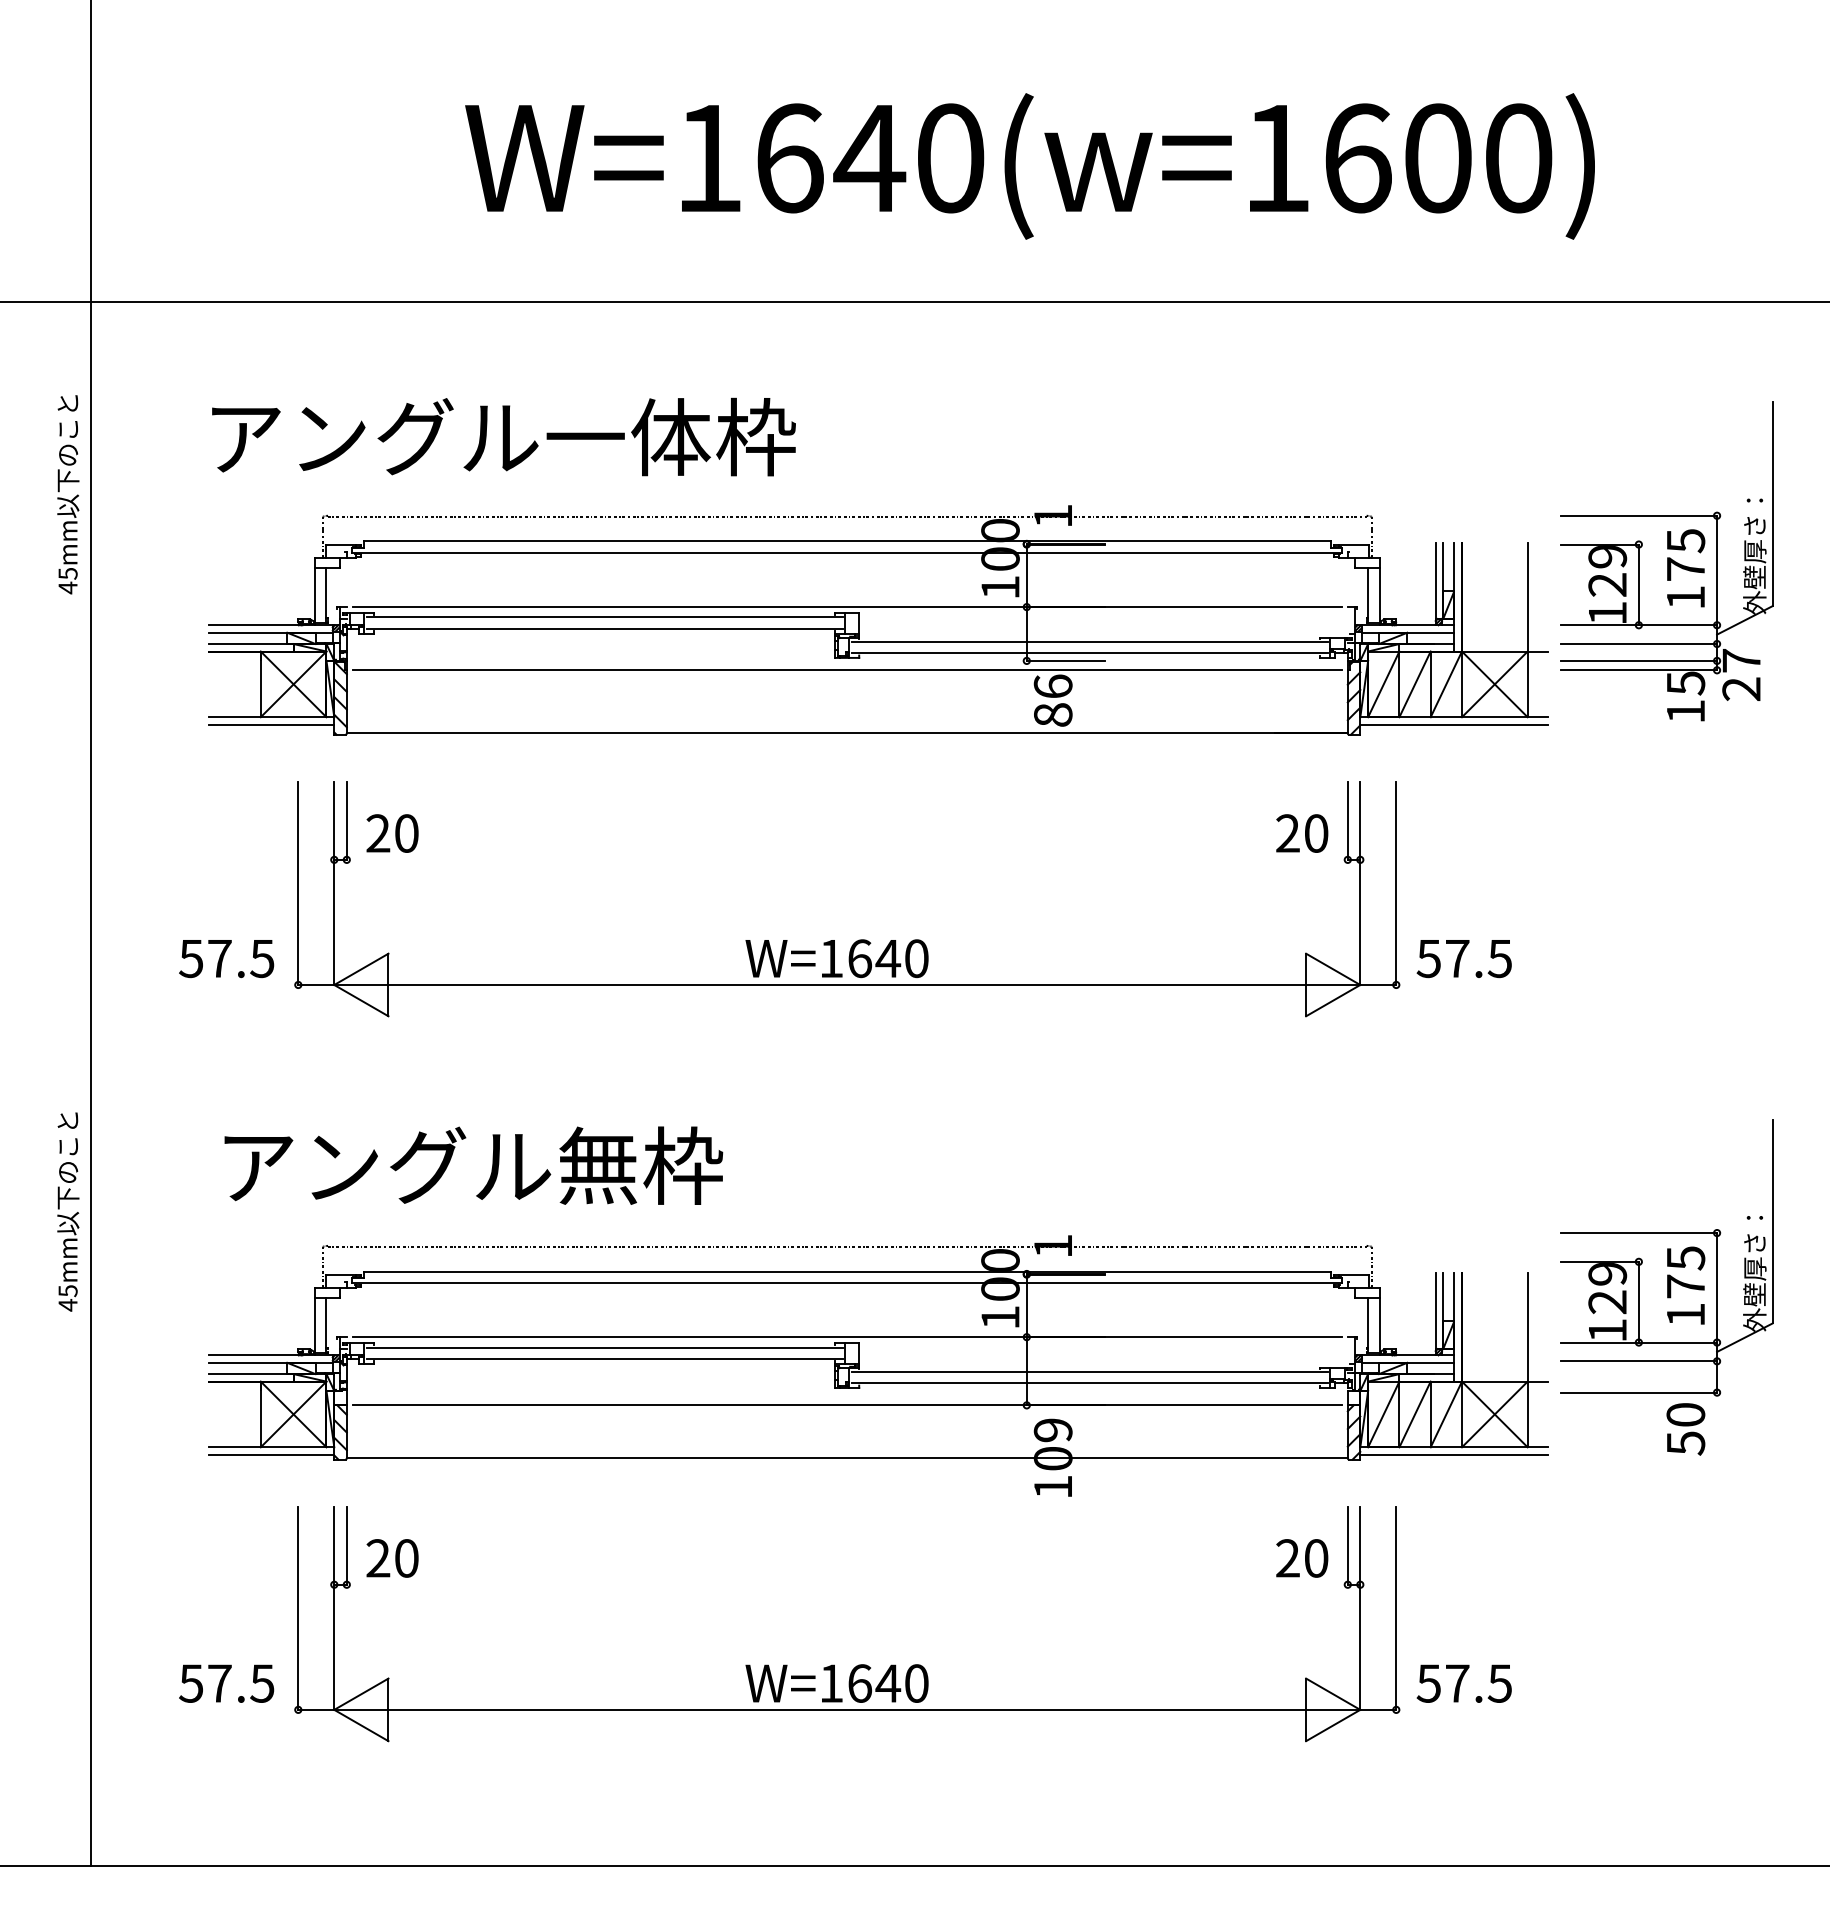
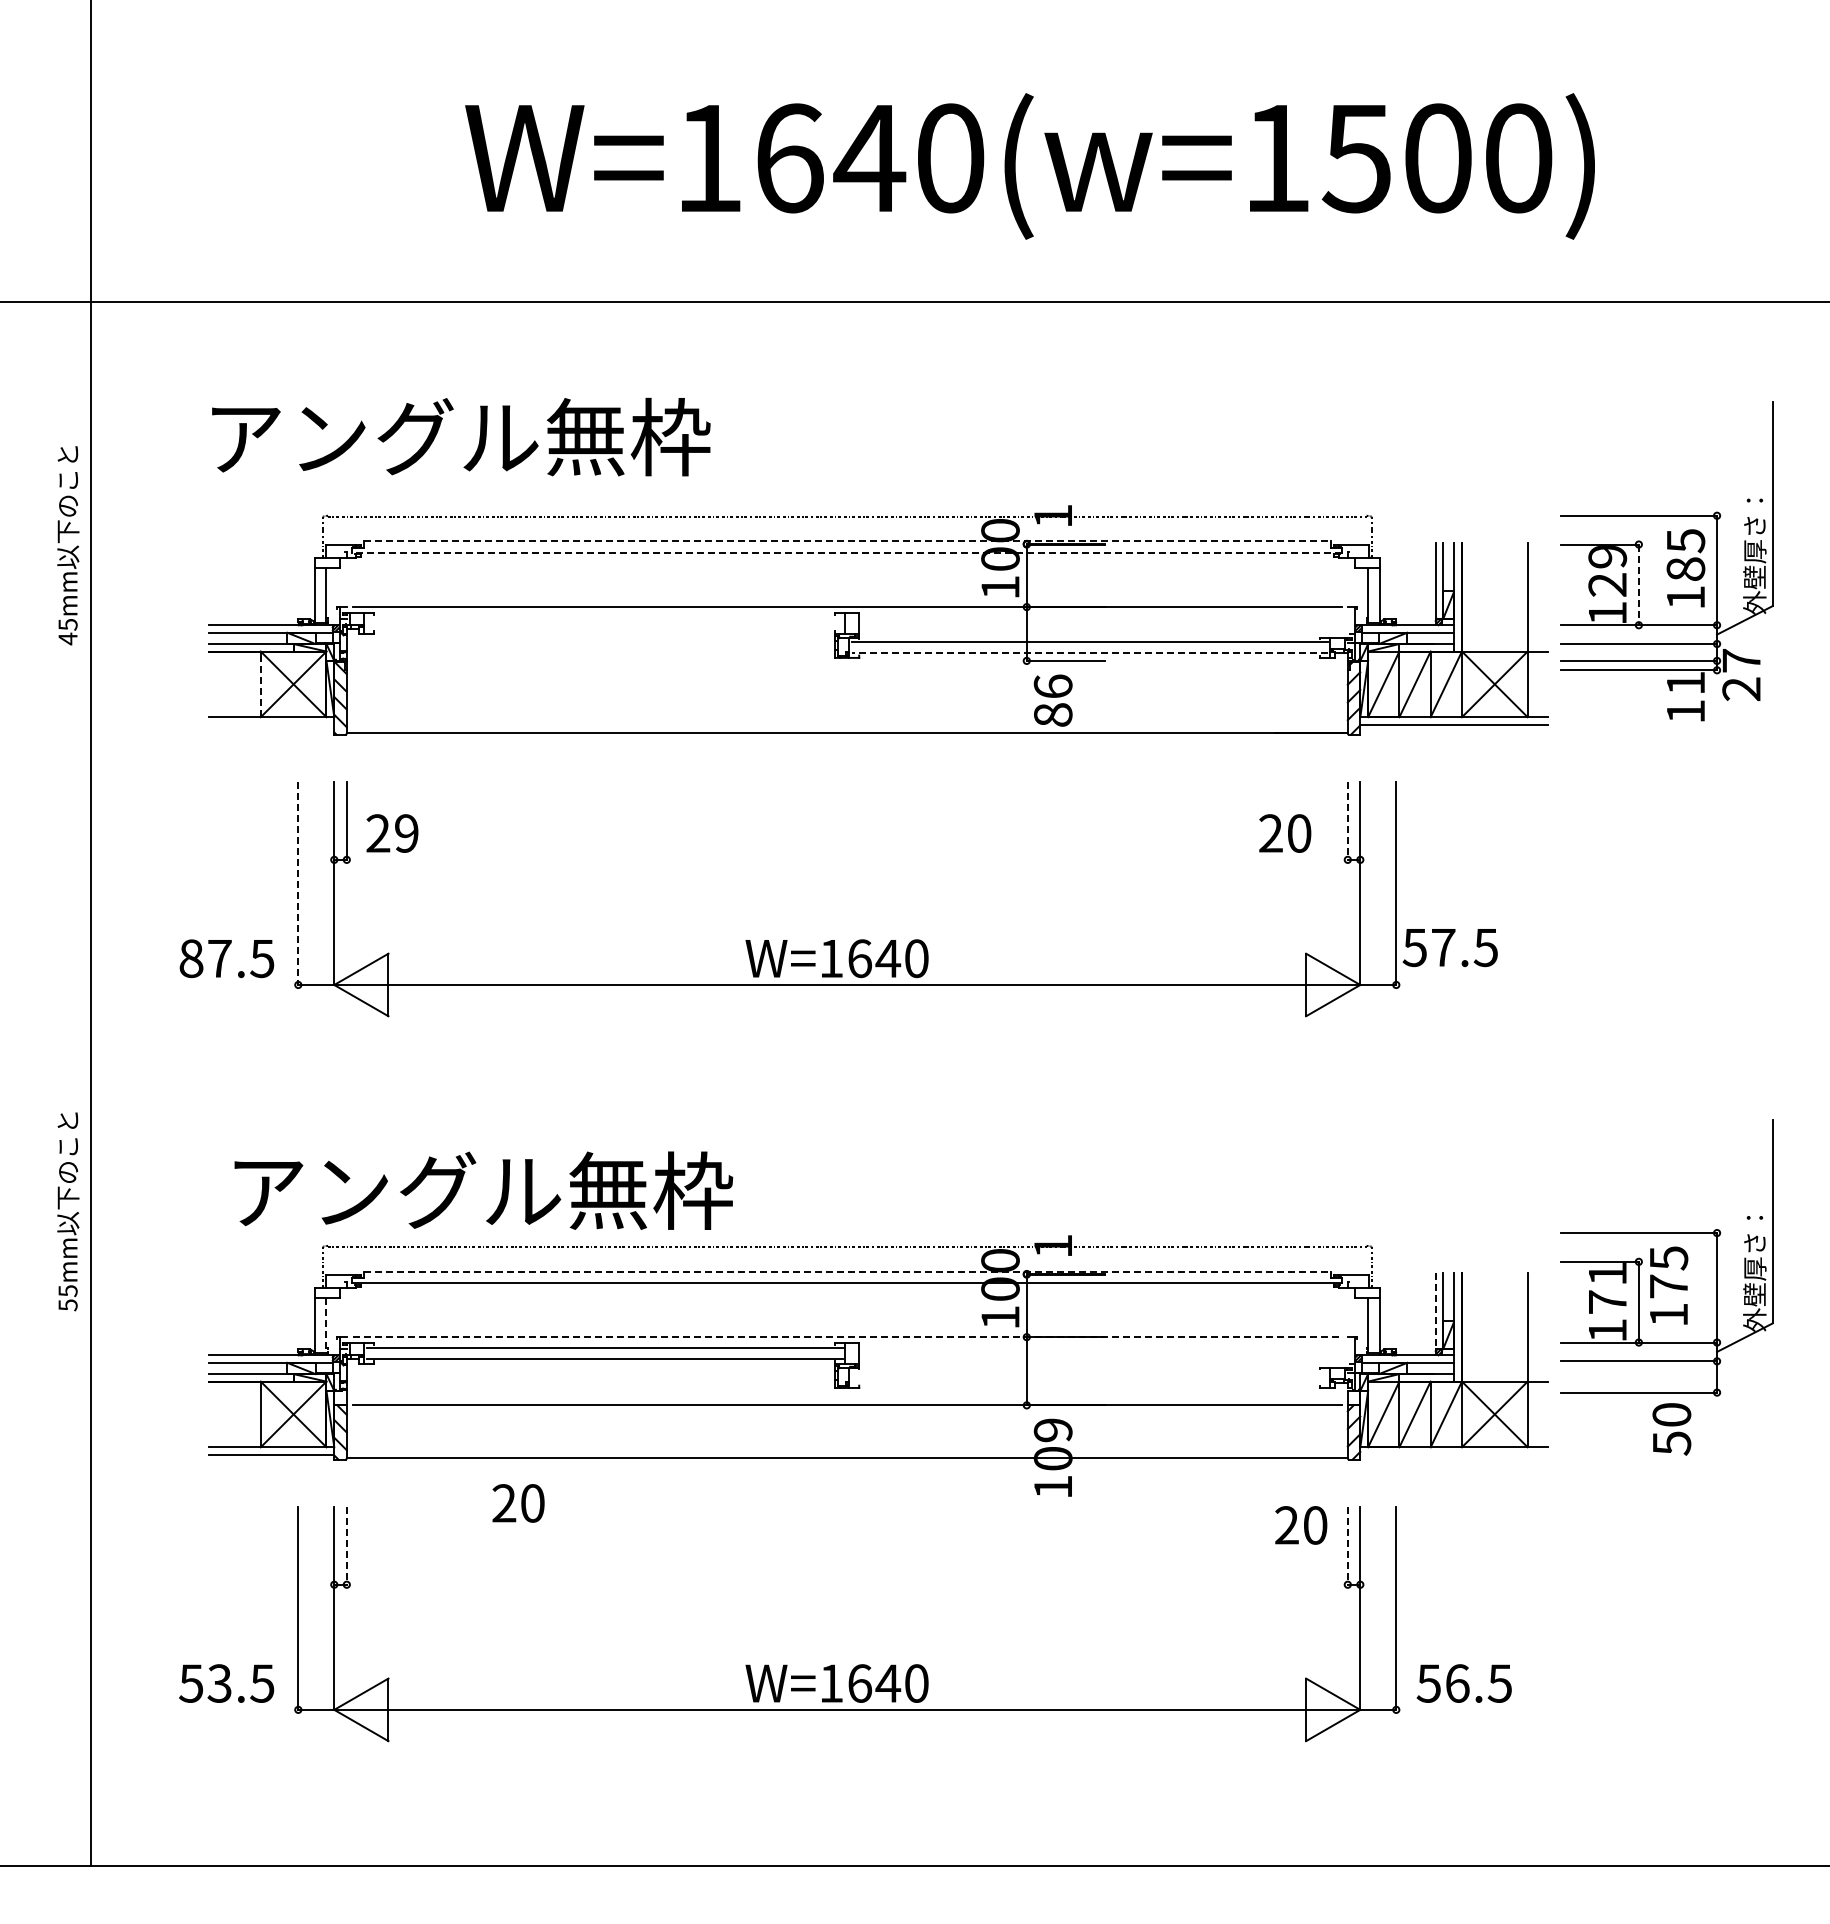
text at (1356, 158): W=1640(w=1600) -> W=1640(w=1500)
text at (670, 436): アングル一体枠 -> アングル無枠
text at (68, 494) position: (68, 494) -> (68, 545)
line at (847, 541): solid -> dashed
line at (847, 553): solid -> dashed
text at (1685, 568): 175 -> 185
line at (1638, 585): solid -> dashed
line at (604, 617): present -> none
line at (604, 628): present -> none
line at (1089, 653): solid -> dashed
line at (847, 670): present -> none
text at (1686, 683): 15 -> 11
line at (260, 686): solid -> dashed
line at (271, 725): present -> none
line at (1347, 821): solid -> dashed
text at (406, 833): 20 -> 29
text at (1302, 833) position: (1302, 833) -> (1285, 833)
line at (298, 883): solid -> dashed
text at (191, 958): 57.5 -> 87.5
text at (1463, 959) position: (1463, 959) -> (1449, 948)
text at (473, 1165) position: (473, 1165) -> (483, 1190)
line at (847, 1271): solid -> dashed
text at (1686, 1285) position: (1686, 1285) -> (1669, 1285)
text at (1607, 1288): 129 -> 171
text at (67, 1305): 45mm -> 55mm
line at (1435, 1311): solid -> dashed
line at (326, 1325): solid -> dashed
line at (847, 1337): solid -> dashed
line at (1089, 1371): present -> none
line at (1089, 1383): present -> none
text at (1685, 1429) position: (1685, 1429) -> (1671, 1429)
line at (1454, 1455): present -> none
line at (346, 1546): solid -> dashed
line at (1347, 1546): solid -> dashed
text at (392, 1558) position: (392, 1558) -> (518, 1503)
text at (1302, 1558) position: (1302, 1558) -> (1301, 1525)
text at (219, 1683): 57.5 -> 53.5
text at (1457, 1683): 57.5 -> 56.5
